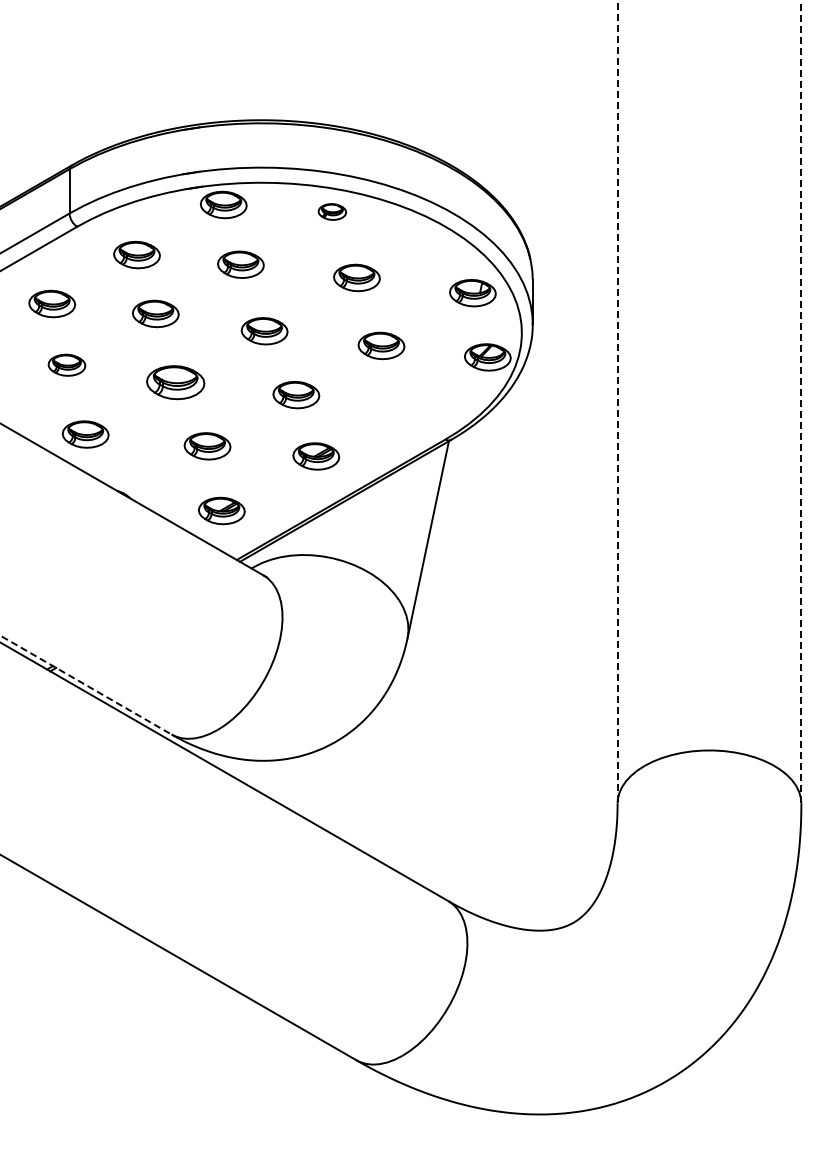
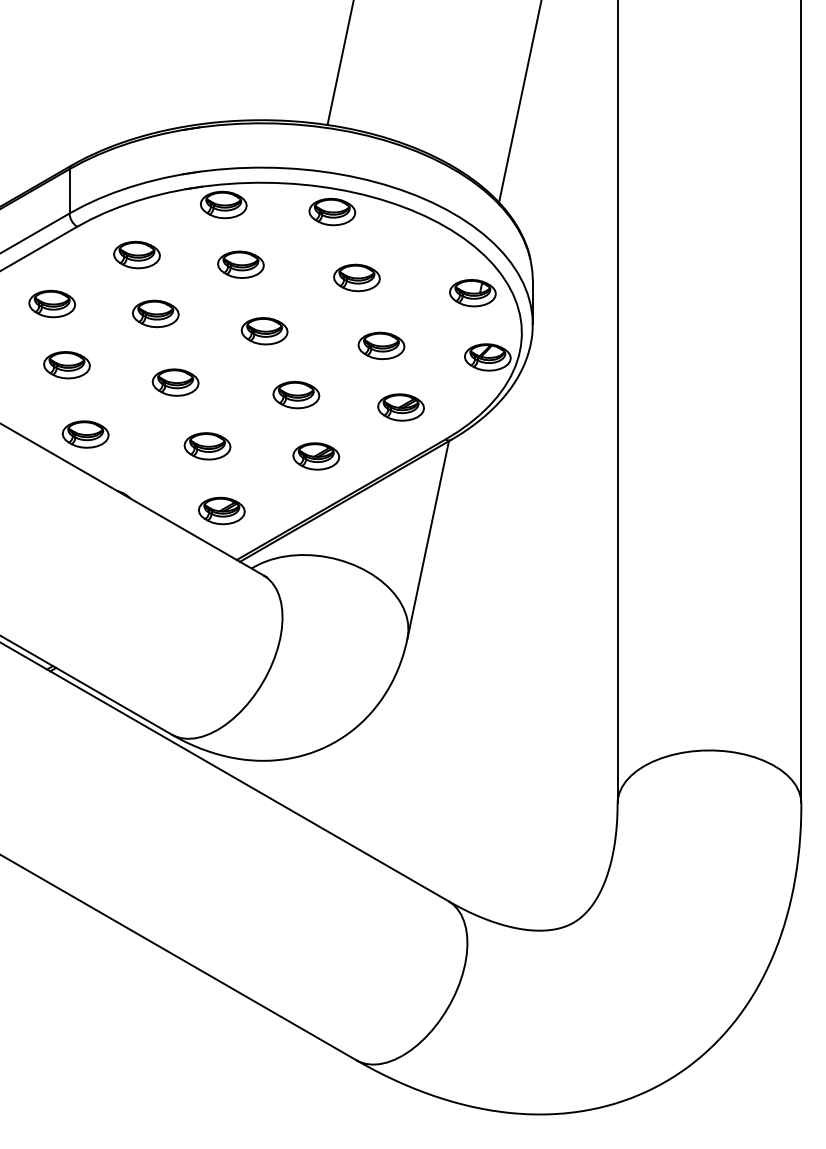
line at (340, 63): none -> present
line at (520, 102): none -> present
part at (332, 211) size: 31x18 px -> 49x30 px
part at (66, 364) size: 40x24 px -> 48x29 px
part at (175, 382) size: 60x36 px -> 49x29 px
line at (801, 401): dashed -> solid
line at (617, 402): dashed -> solid
part at (400, 407): none -> present
line at (86, 685): dashed -> solid
